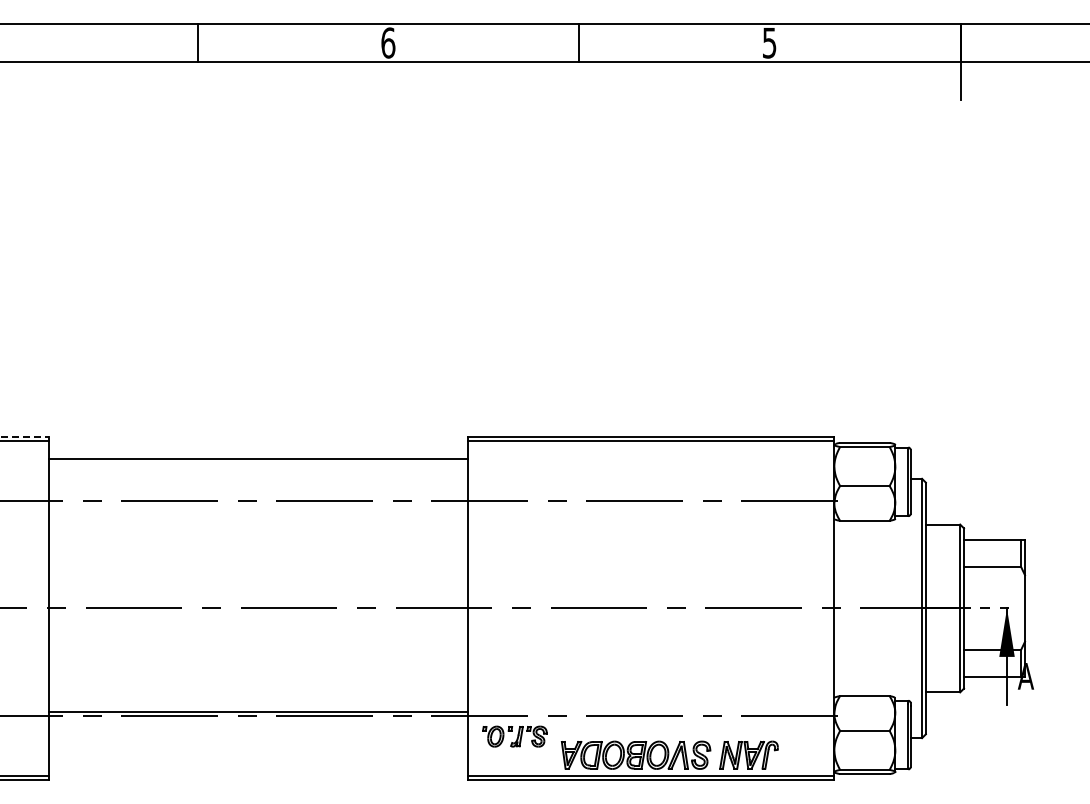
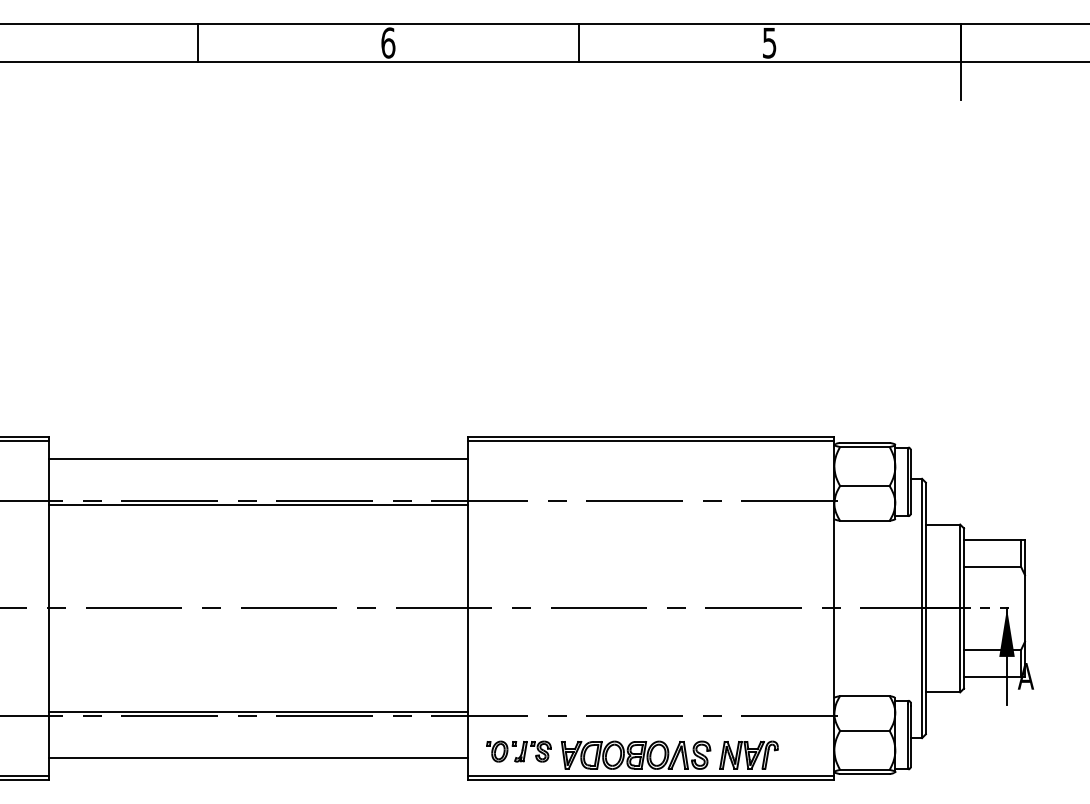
line at (24, 436): dashed -> solid
line at (258, 504): none -> present
part at (514, 736) position: (514, 736) -> (518, 751)
line at (258, 757): none -> present
